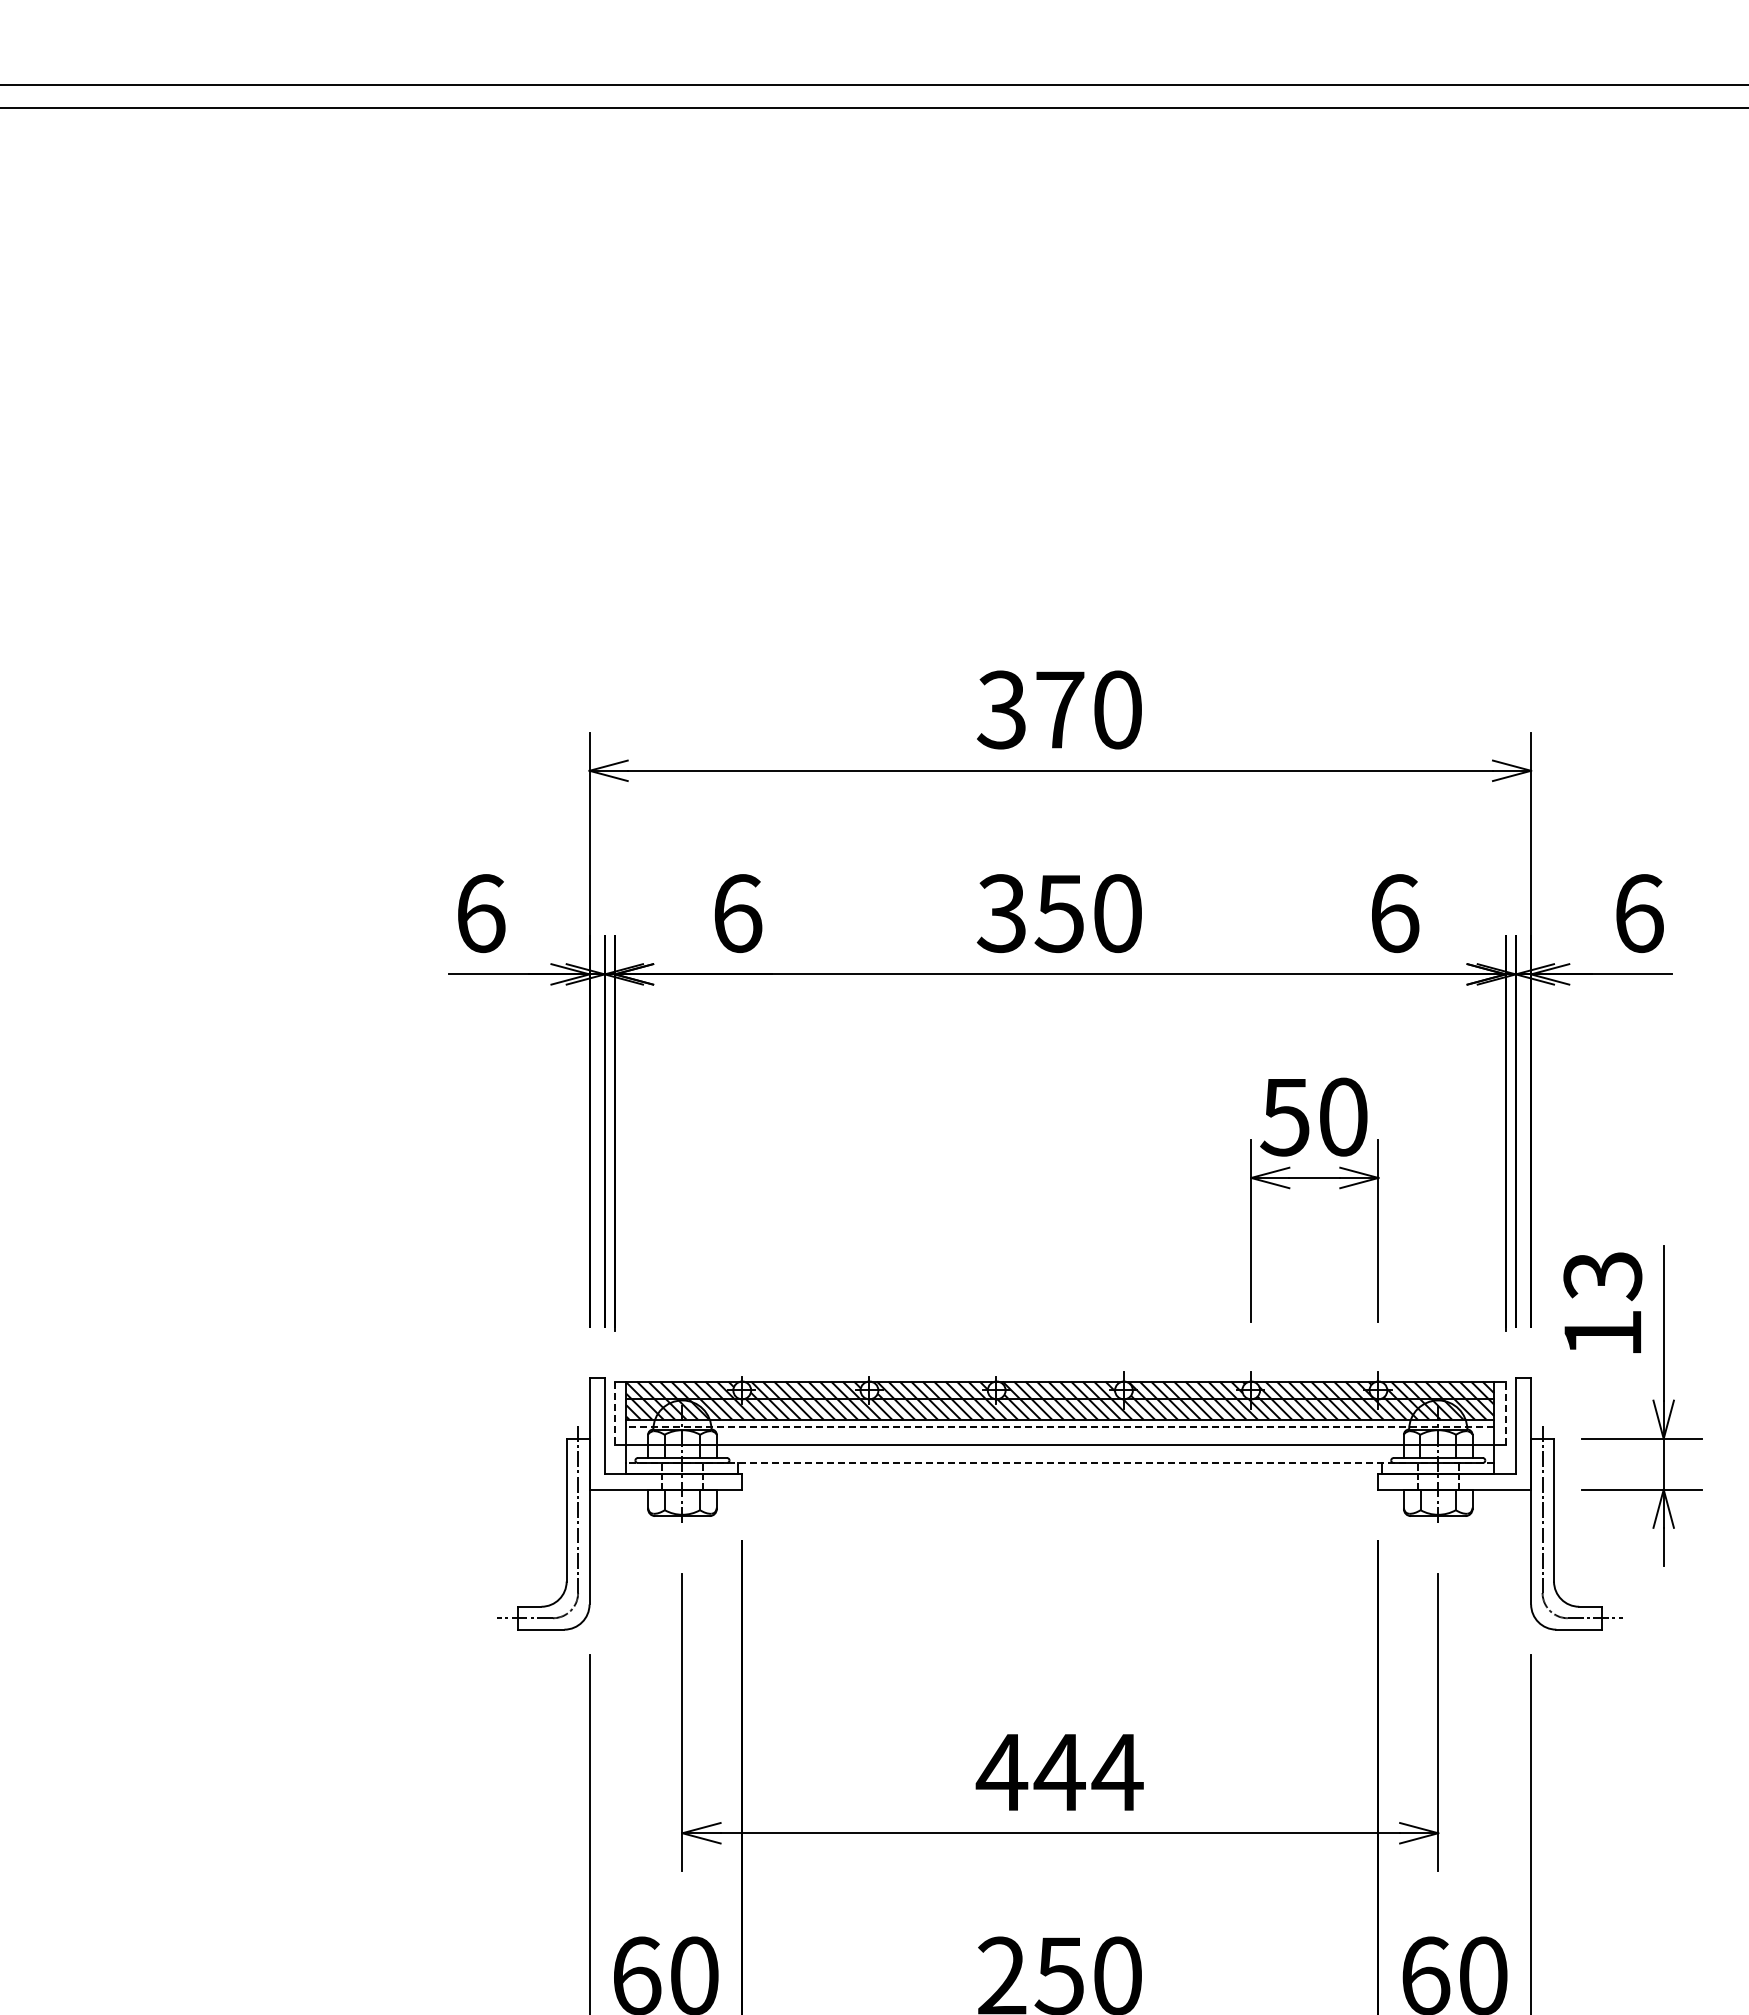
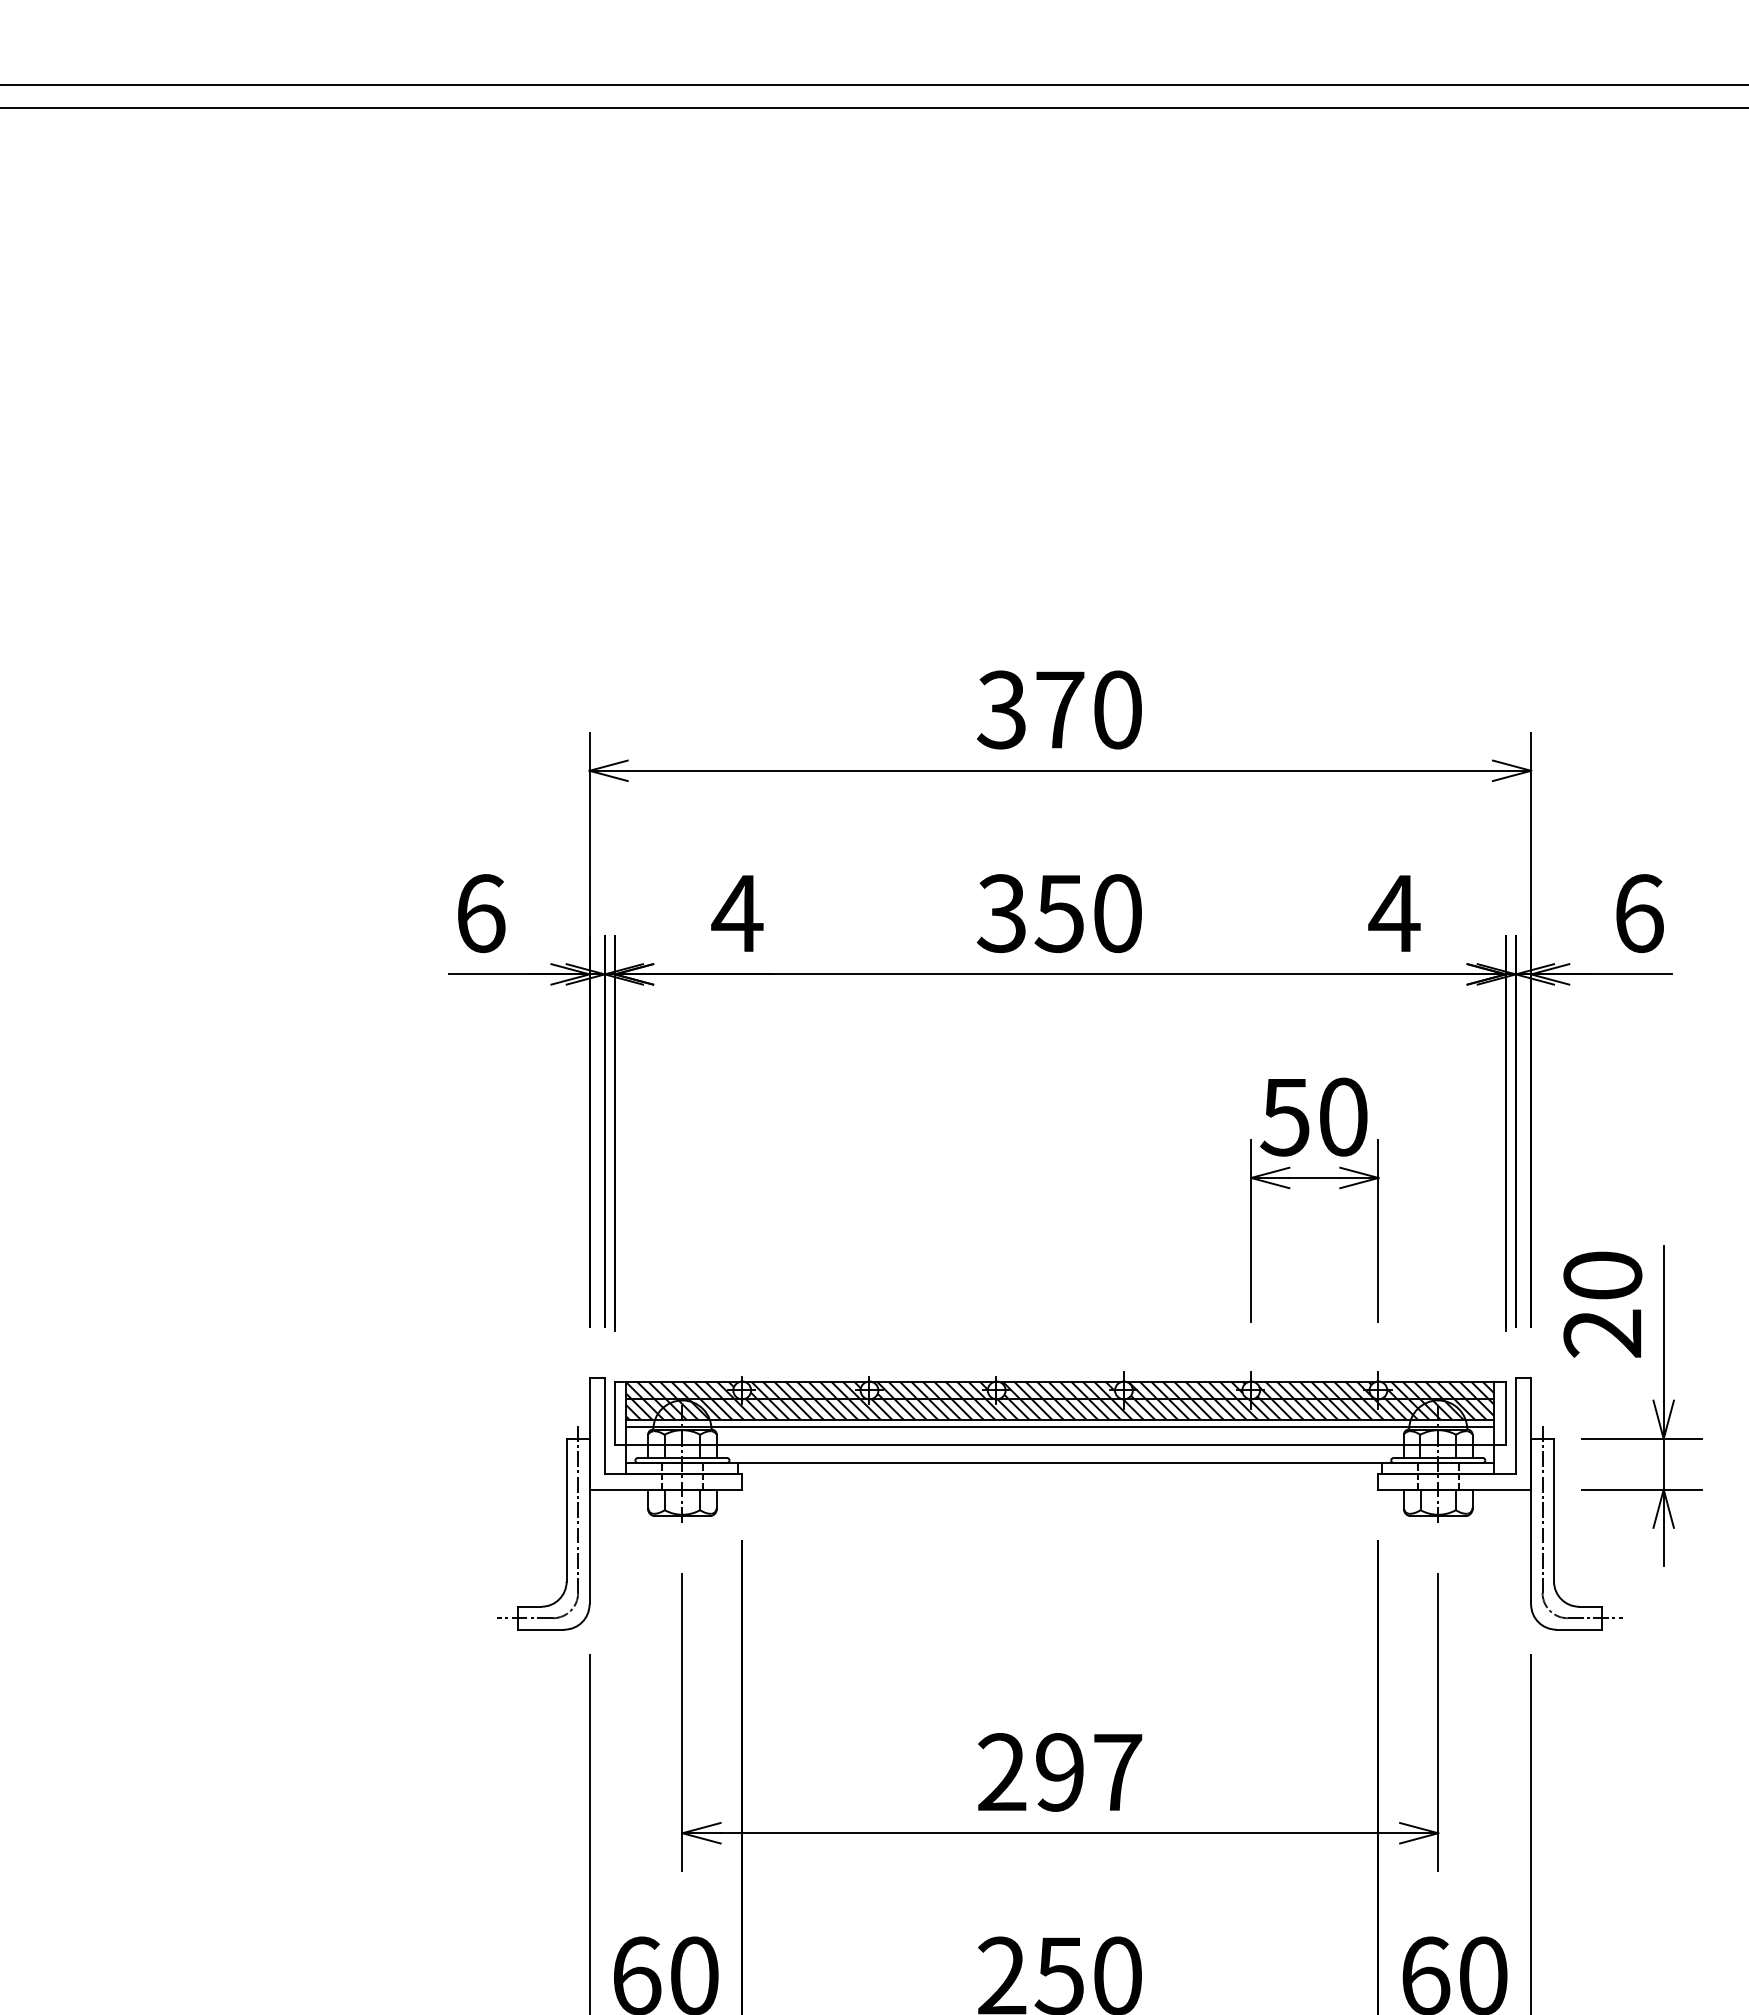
text at (737, 913): 6 -> 4
text at (1394, 913): 6 -> 4
text at (1602, 1304): 13 -> 20
line at (615, 1413): dashed -> solid
line at (1505, 1413): dashed -> solid
line at (1060, 1427): dashed -> solid
line at (1060, 1462): dashed -> solid
text at (1059, 1772): 444 -> 297
